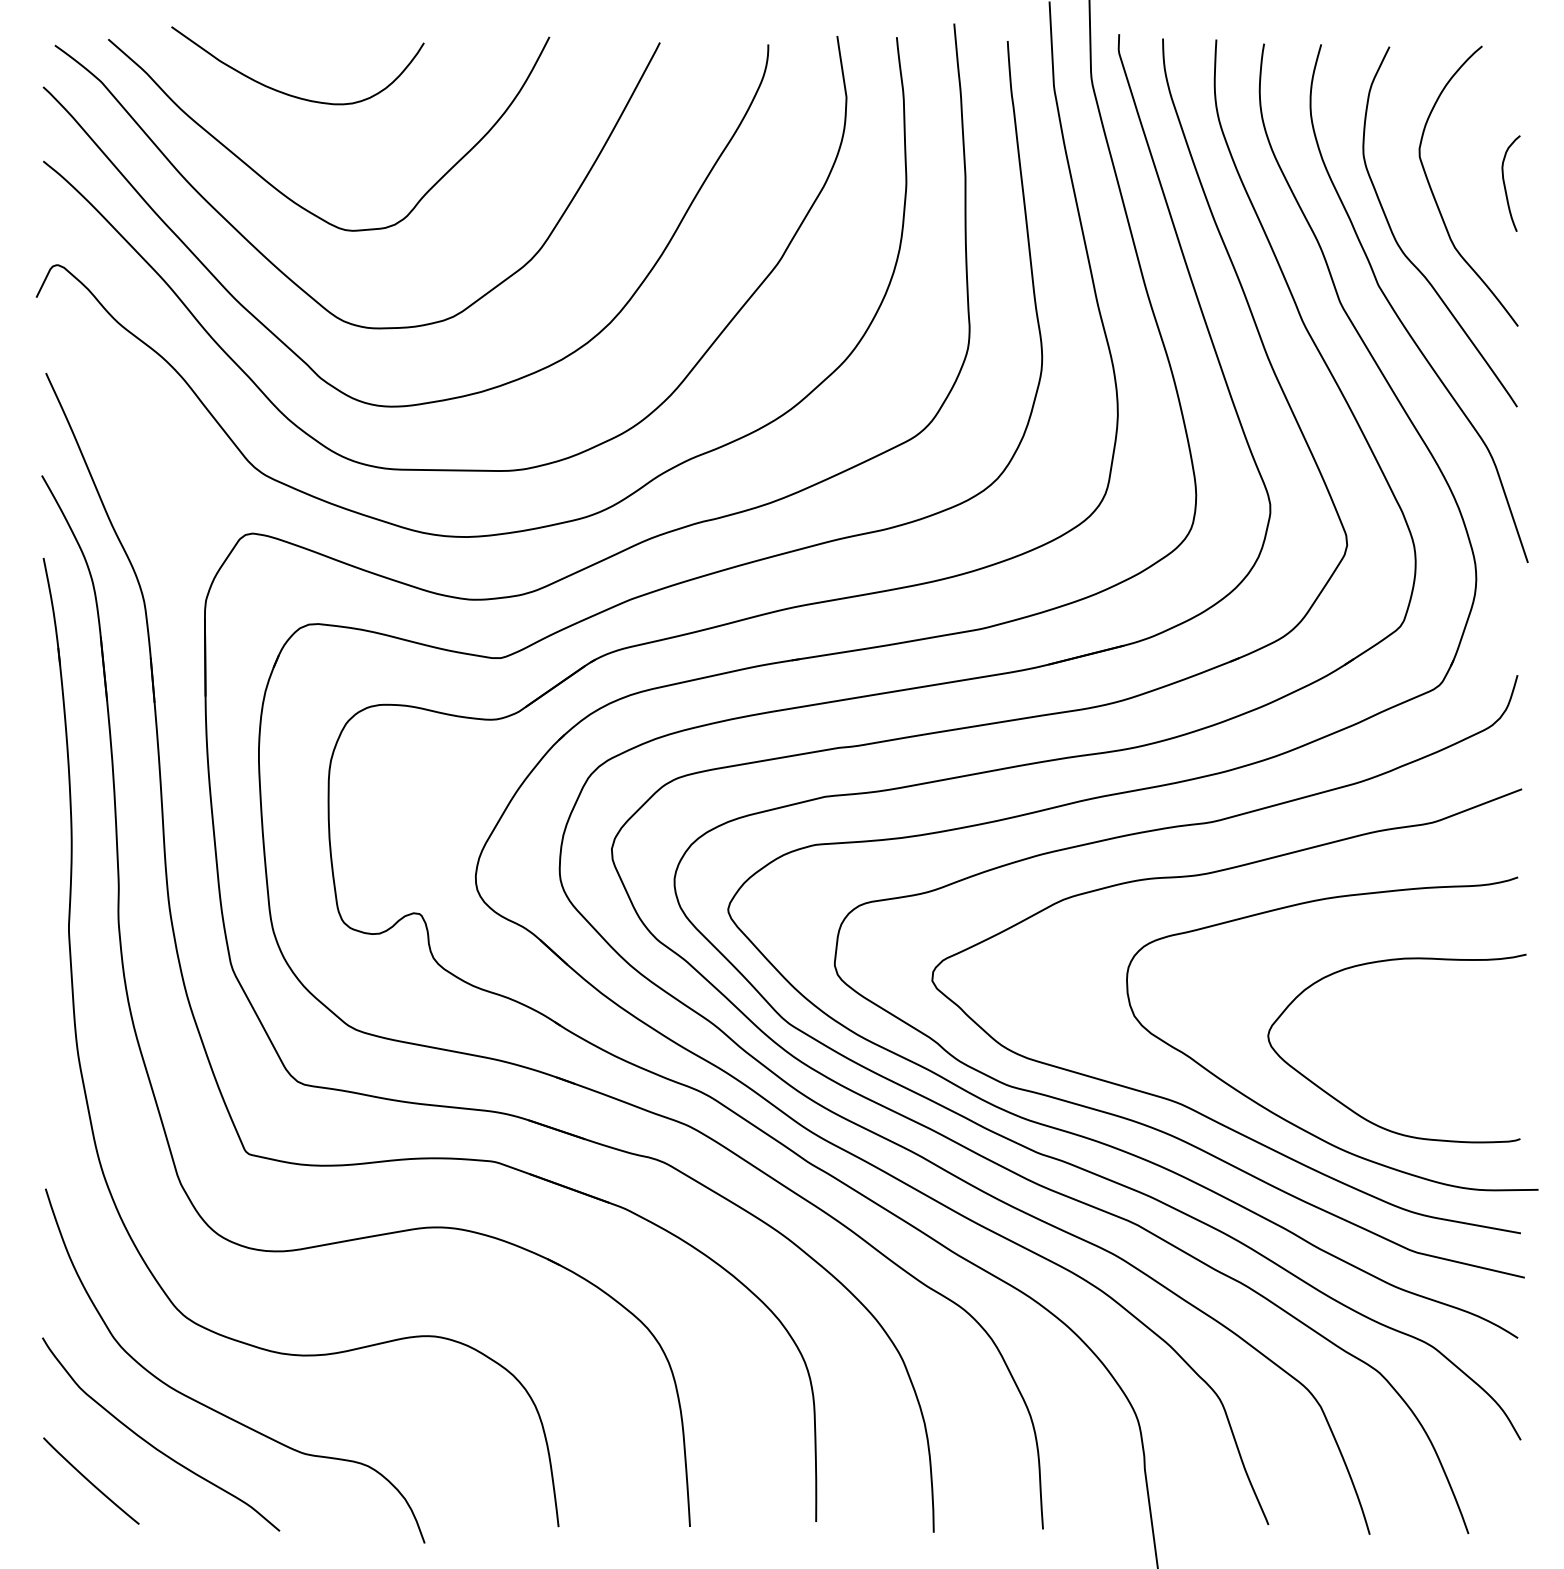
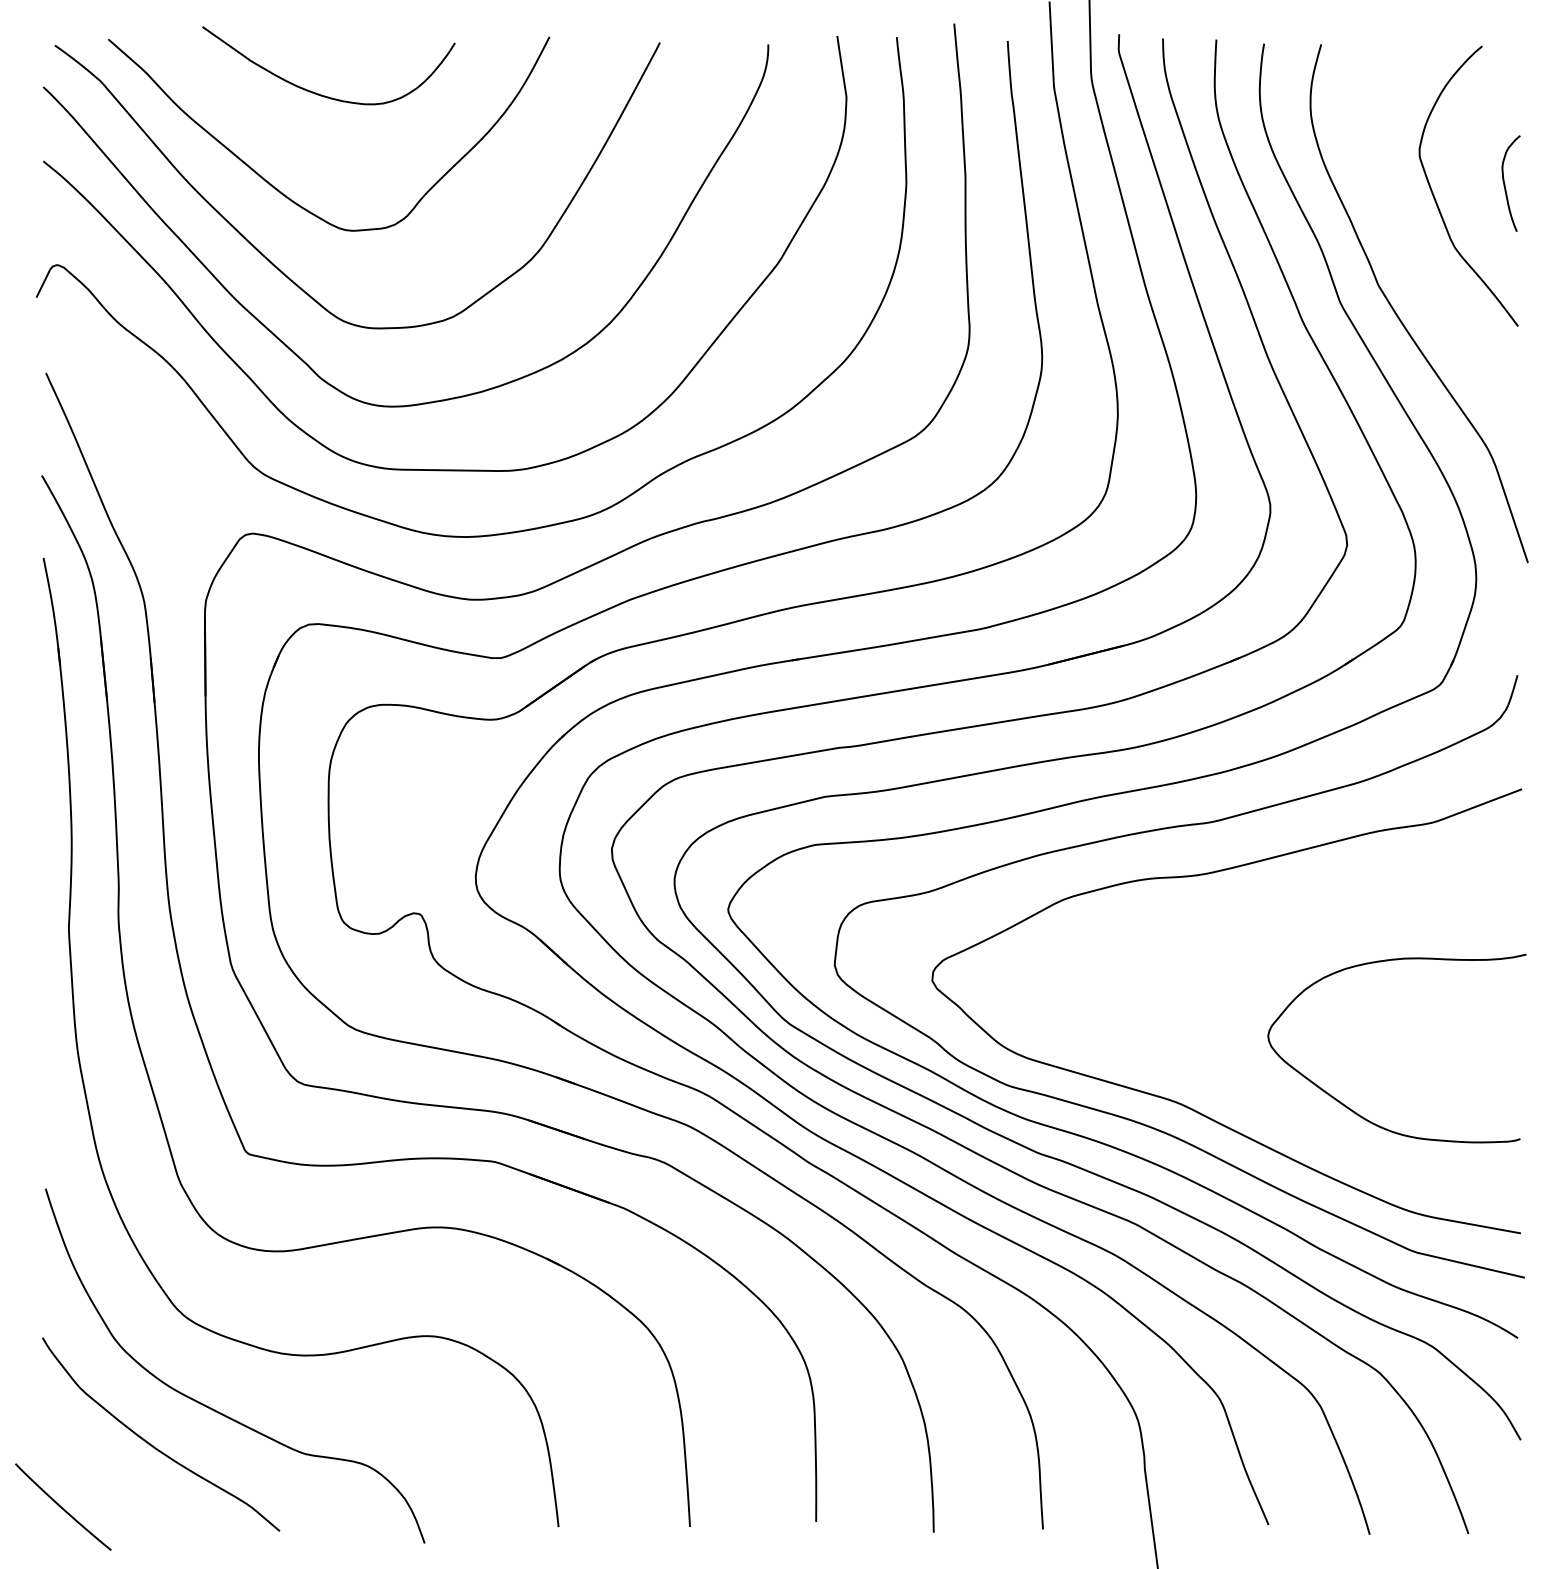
curve at (285, 92) position: (285, 92) -> (316, 92)
curve at (1402, 249): present -> none
curve at (1281, 1116): present -> none
curve at (90, 1481) position: (90, 1481) -> (62, 1507)
